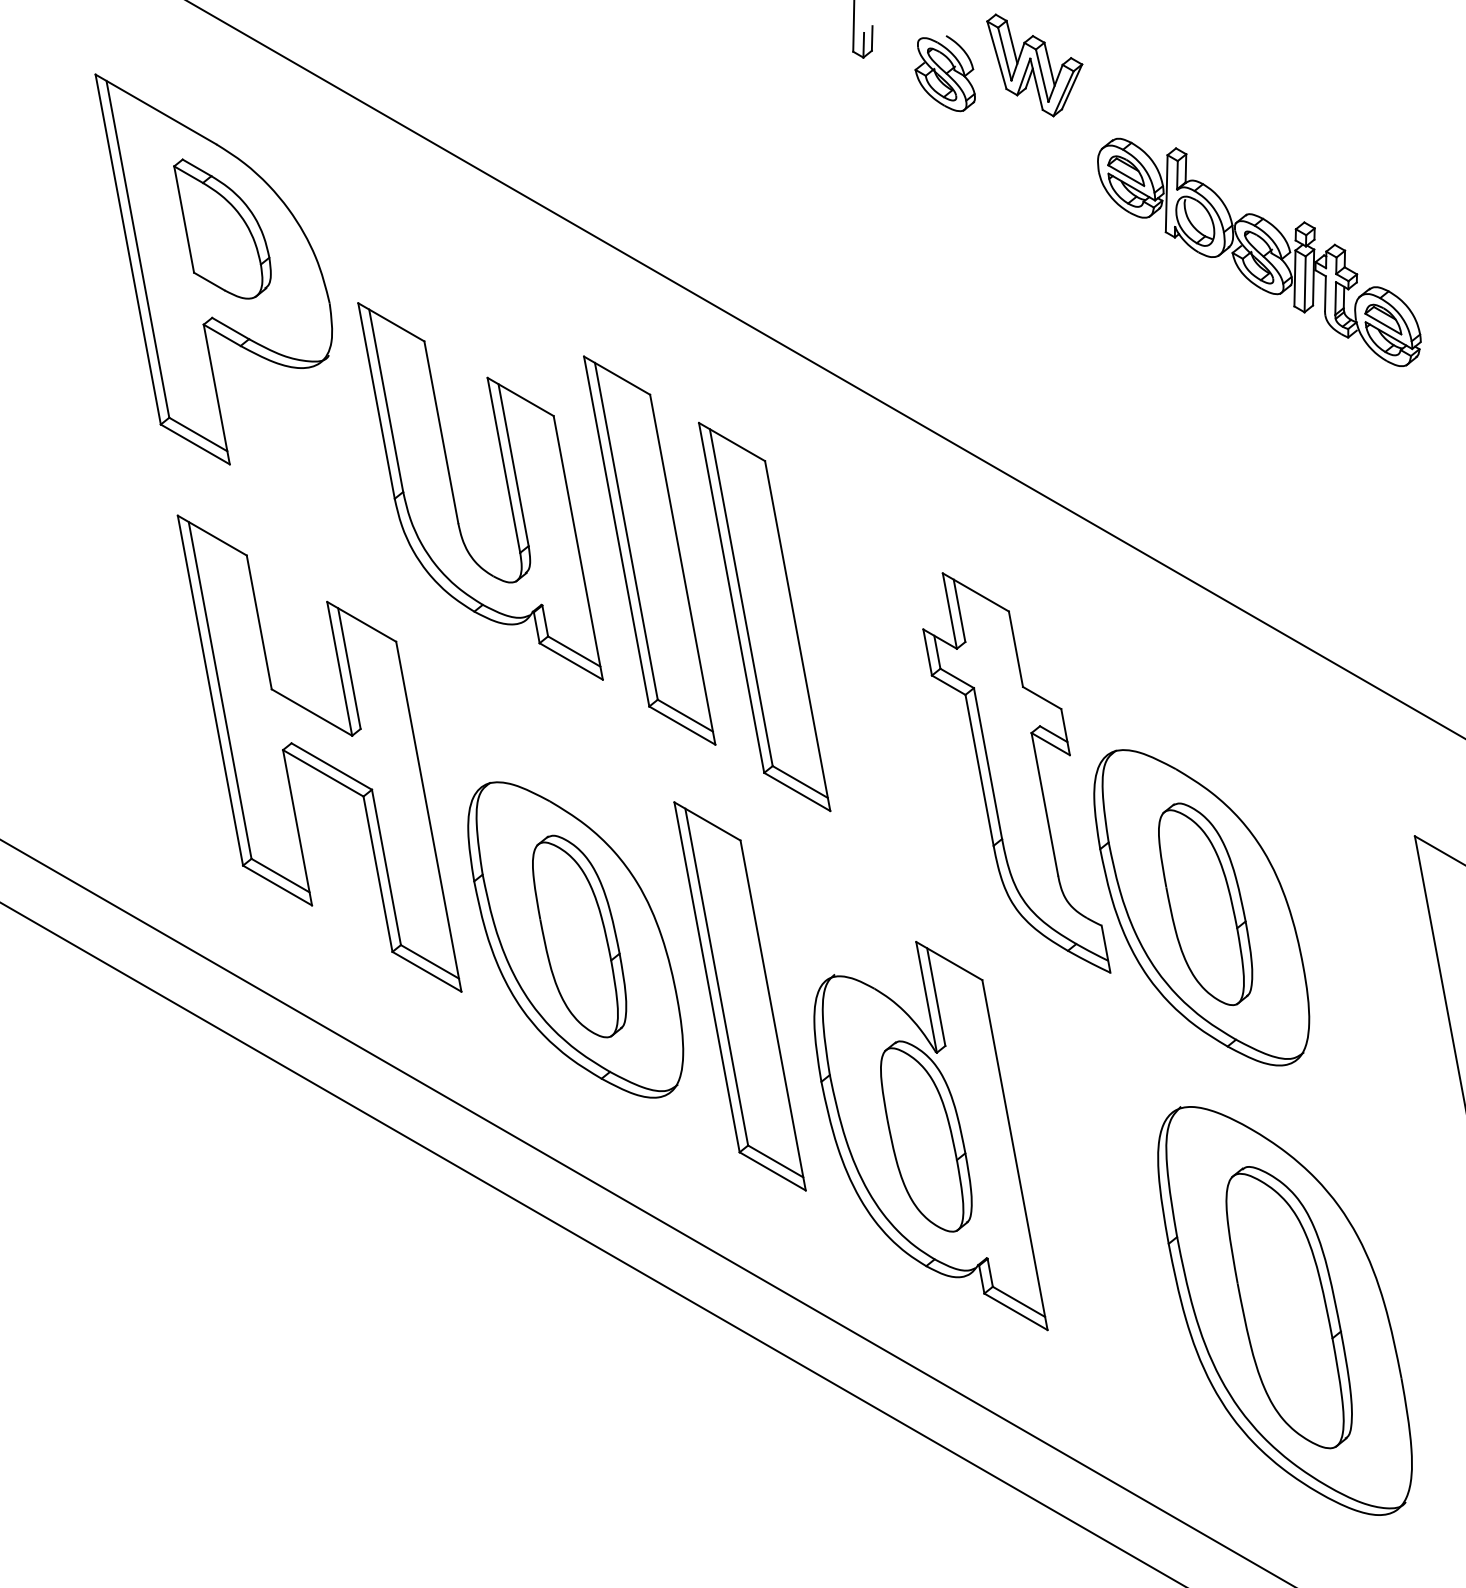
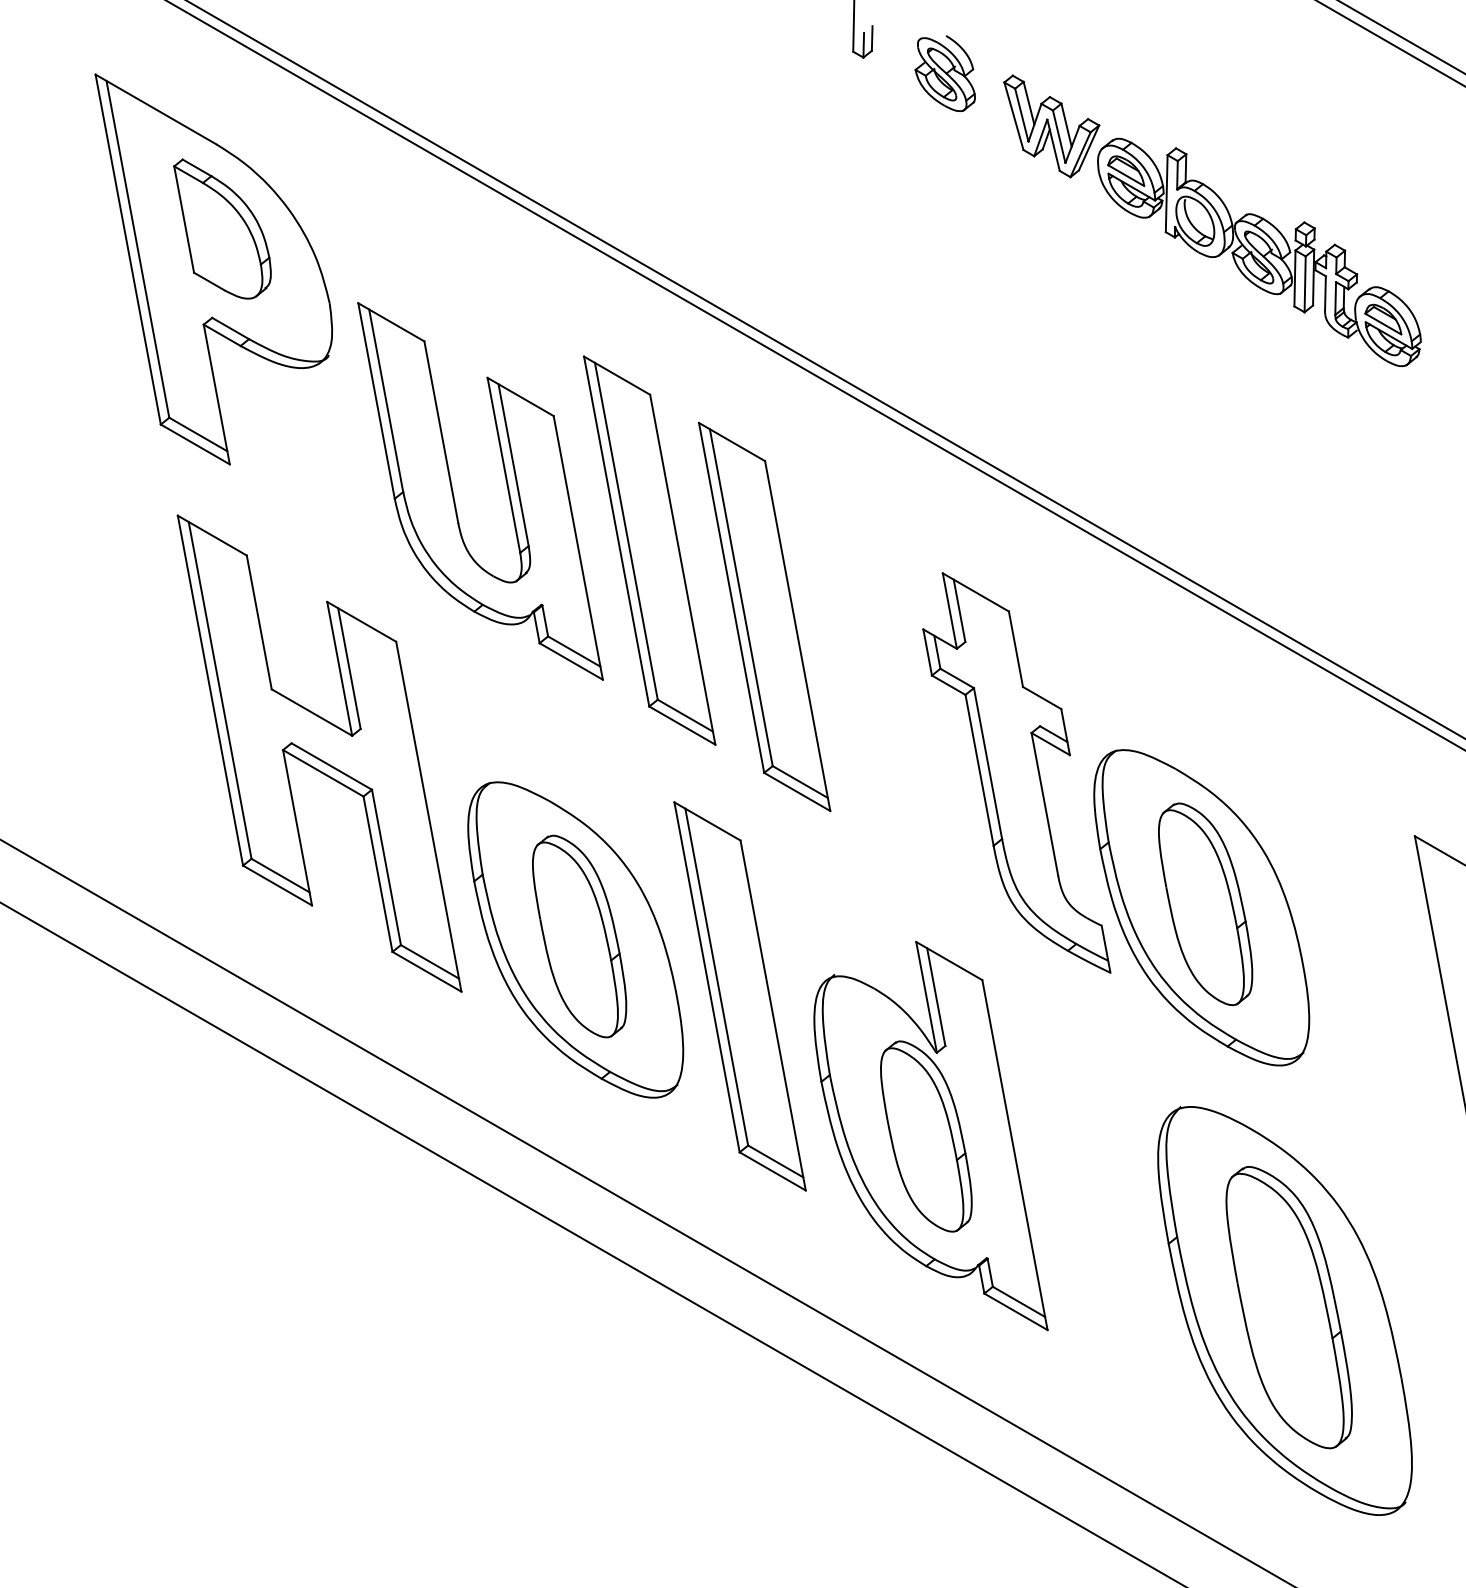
line at (1401, 37): none -> present
line at (1390, 43): none -> present
part at (1034, 65) position: (1034, 65) -> (1051, 126)
line at (815, 375): none -> present
